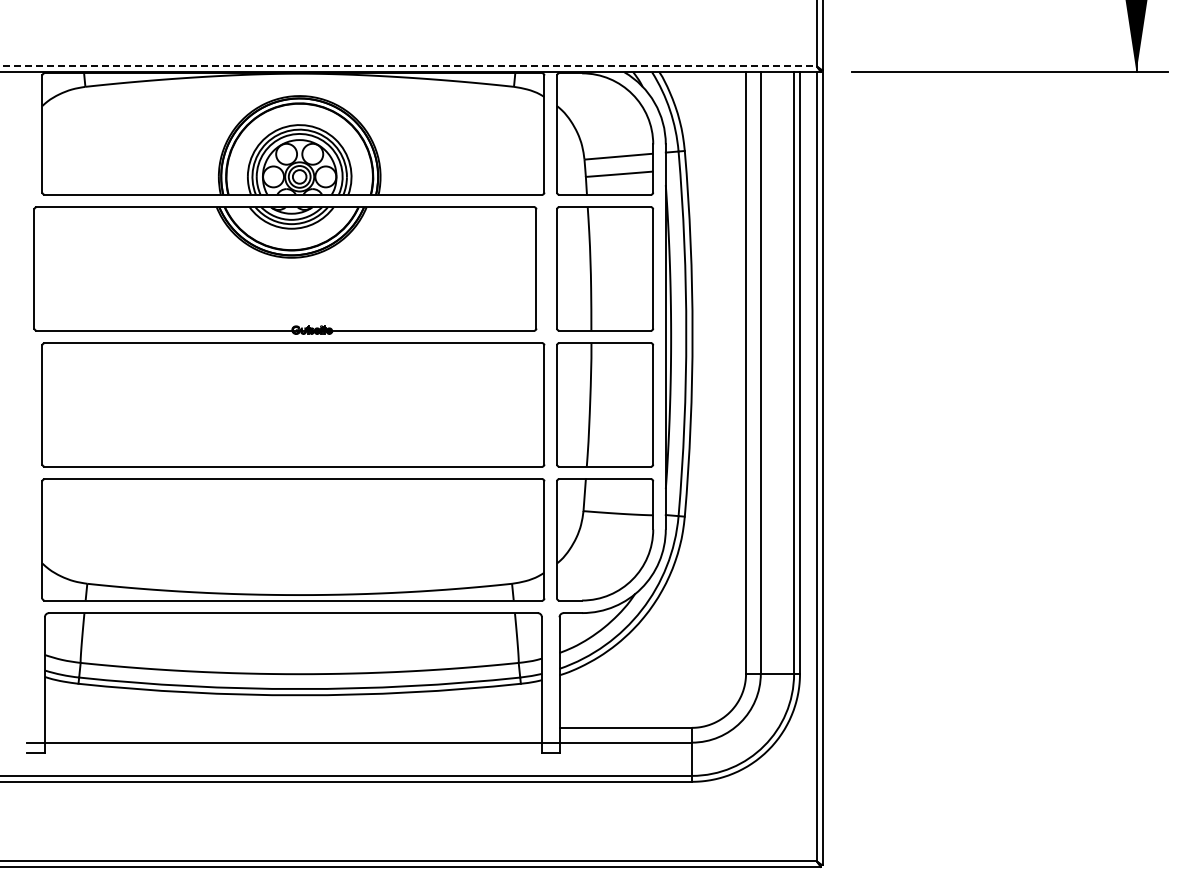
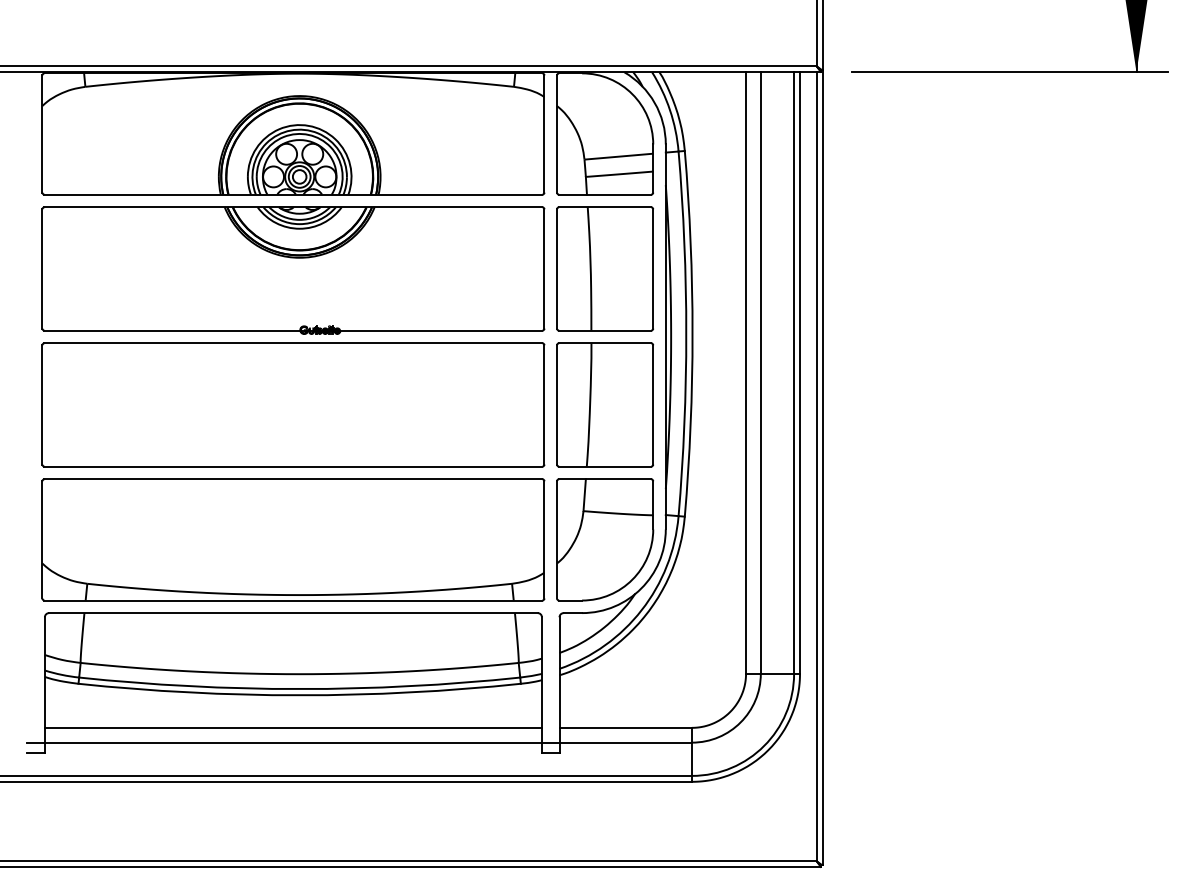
line at (409, 66): dashed -> solid
part at (285, 270) position: (285, 270) -> (293, 270)
line at (292, 727): none -> present
